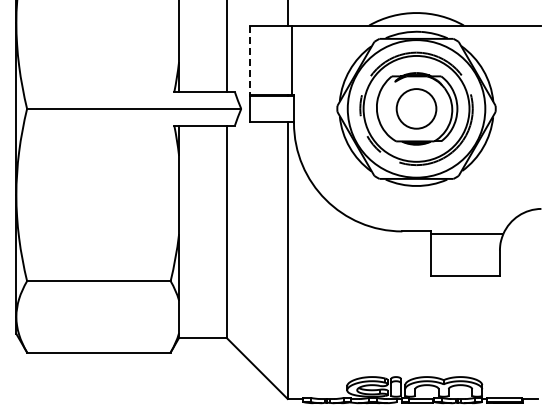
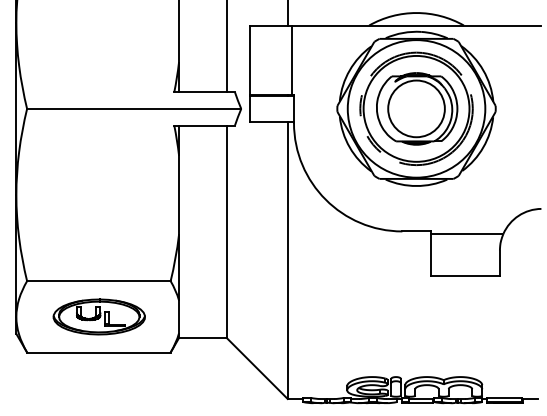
line at (249, 60): dashed -> solid
circle at (416, 108) diameter: 40 px -> 57 px
part at (98, 316): none -> present
